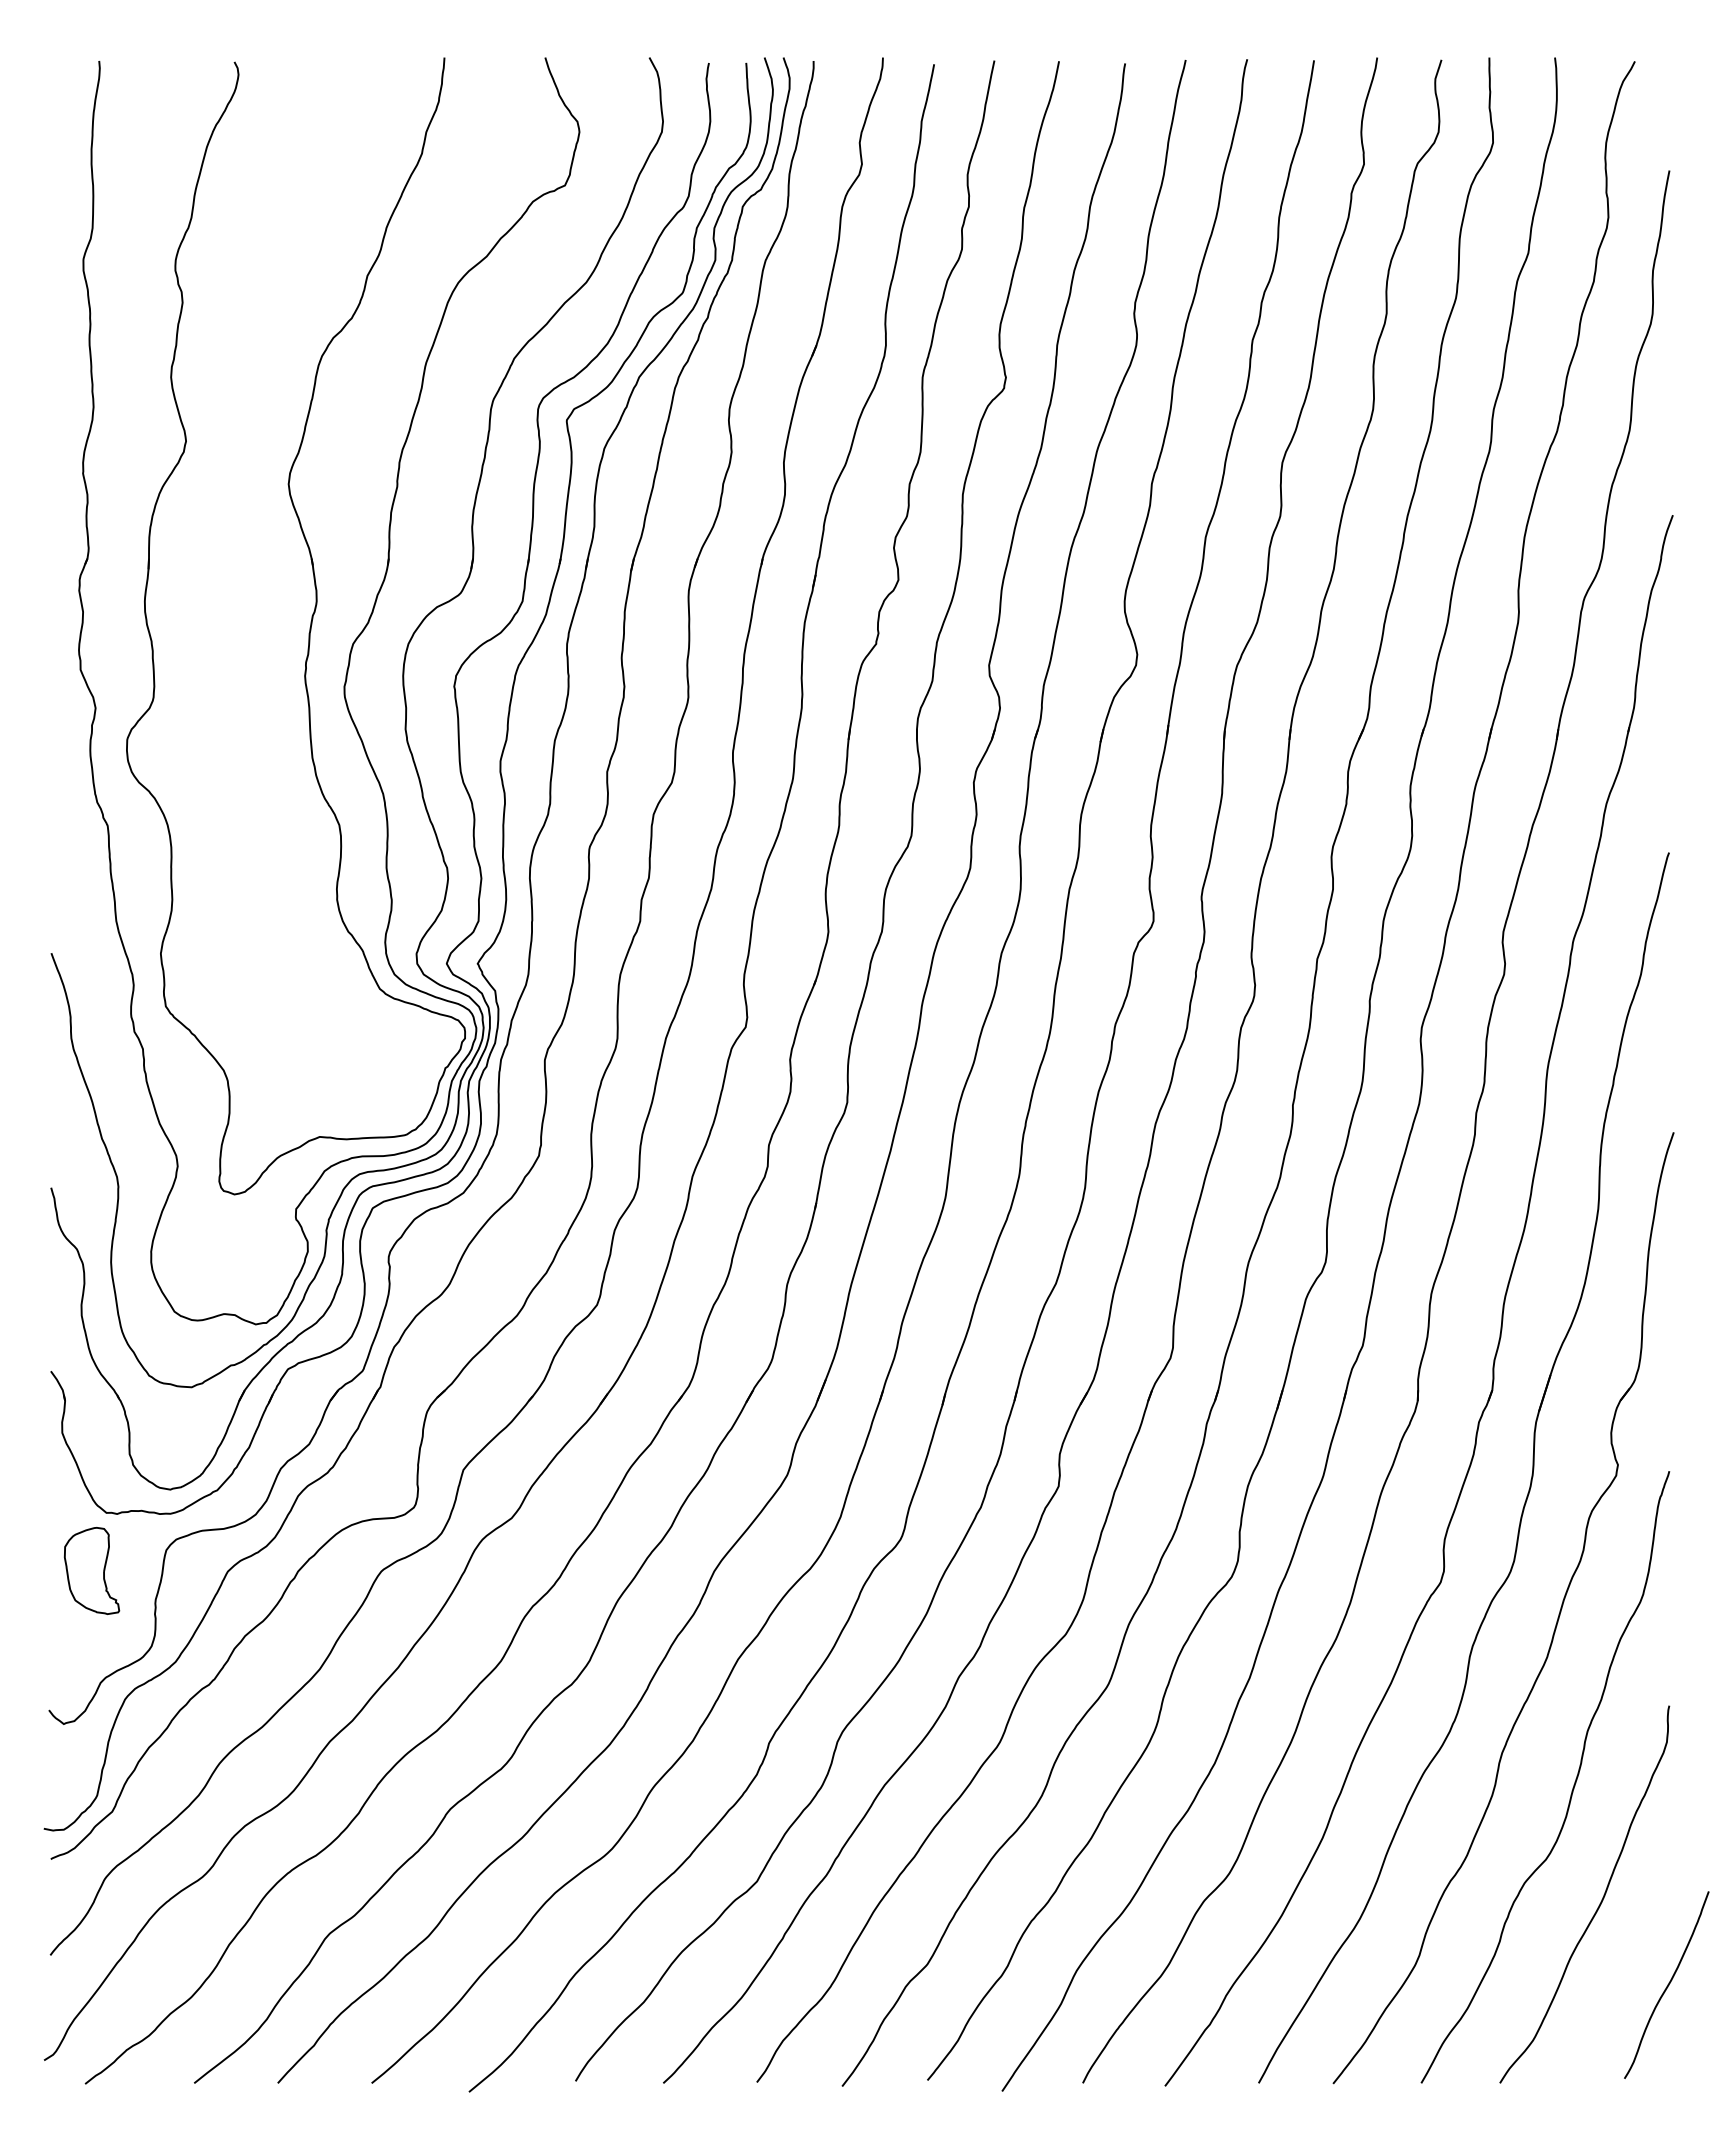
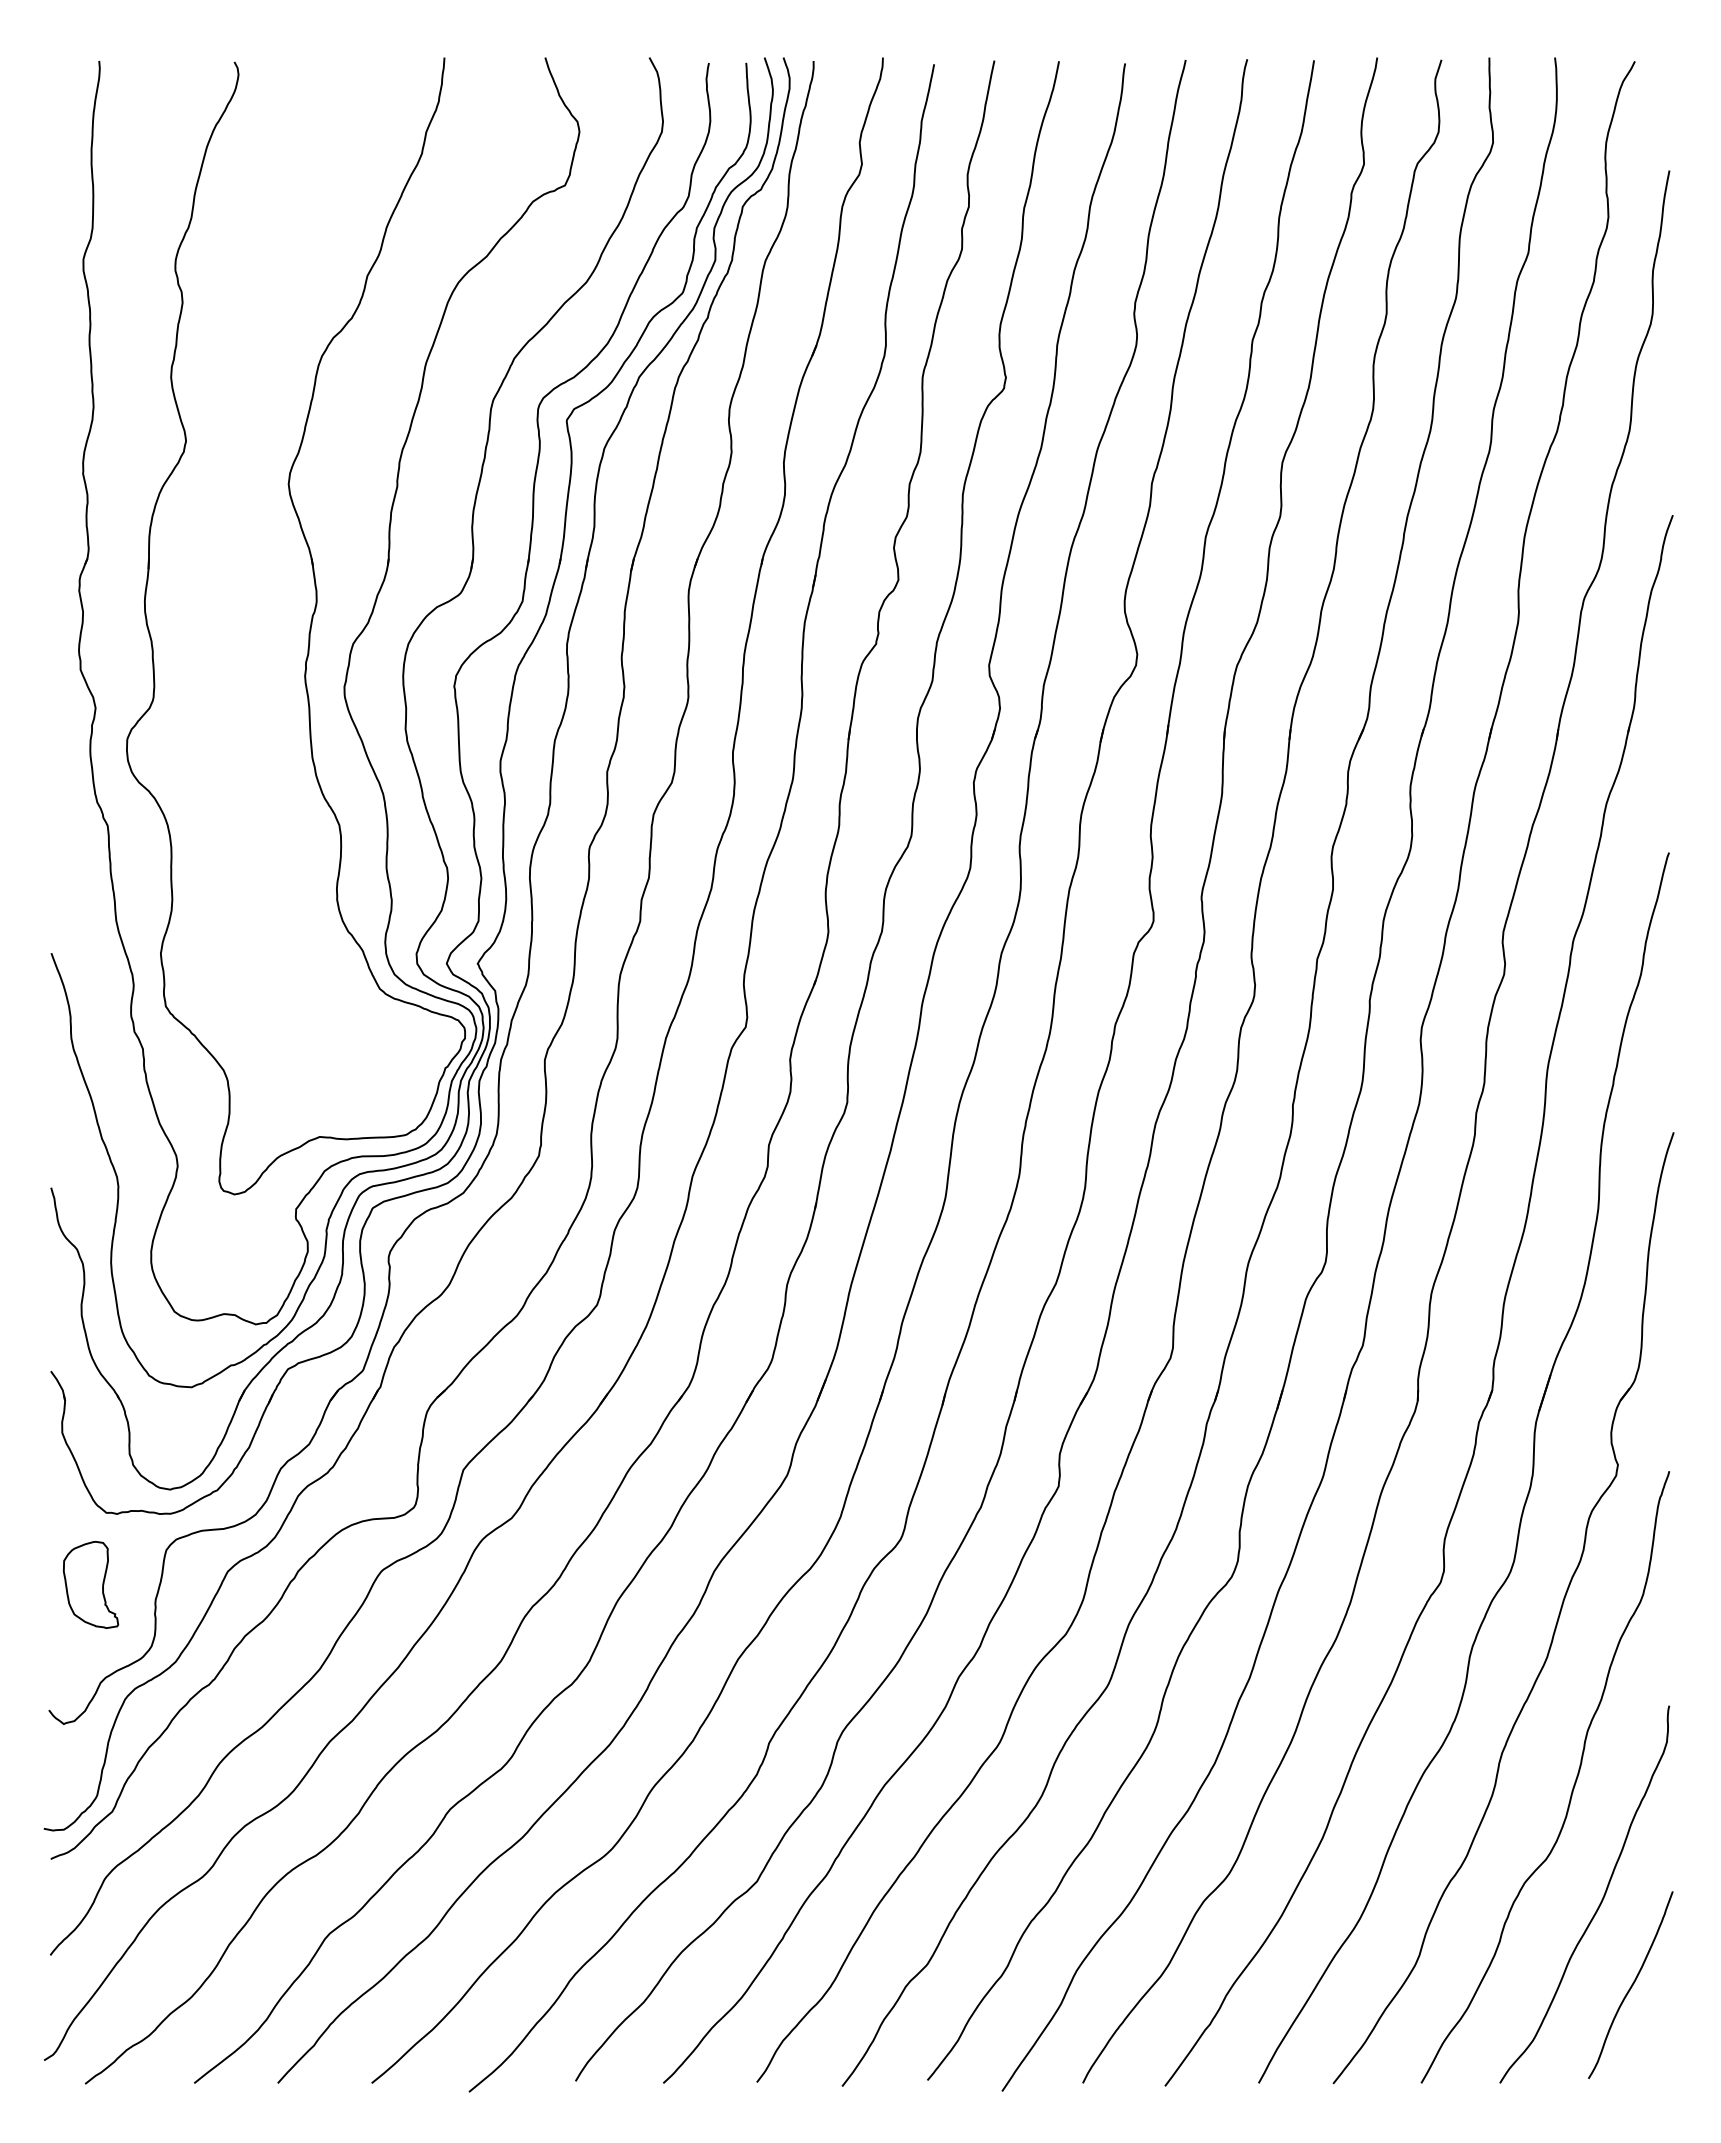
part at (91, 1570) position: (91, 1570) -> (90, 1584)
curve at (1667, 1984) position: (1667, 1984) -> (1631, 1984)
